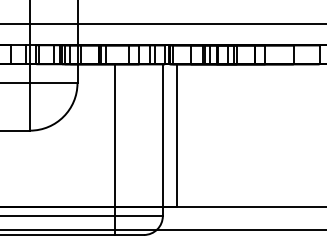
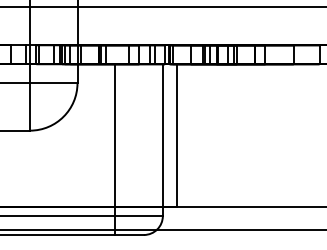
line at (162, 24) position: (162, 24) -> (162, 7)
